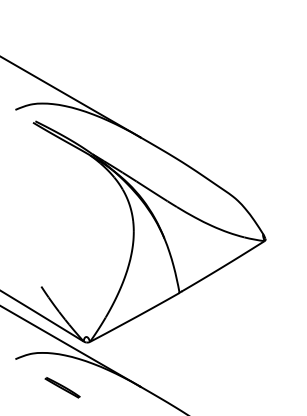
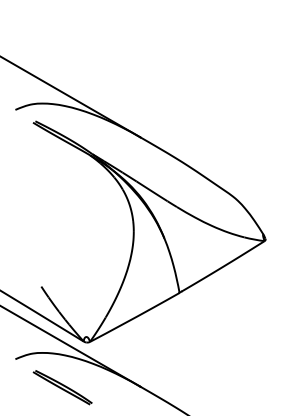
part at (62, 387) size: 37x22 px -> 61x36 px
